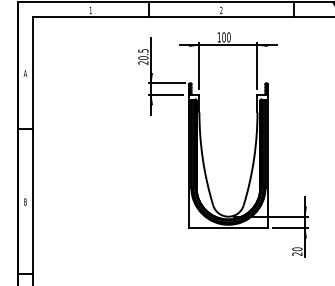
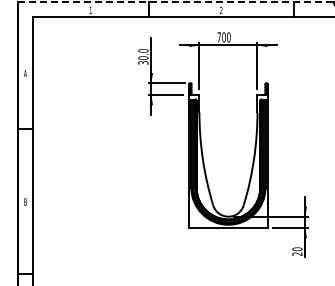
line at (176, 2): solid -> dashed
text at (218, 37): 100 -> 700
text at (143, 56): 20.5 -> 30.0
